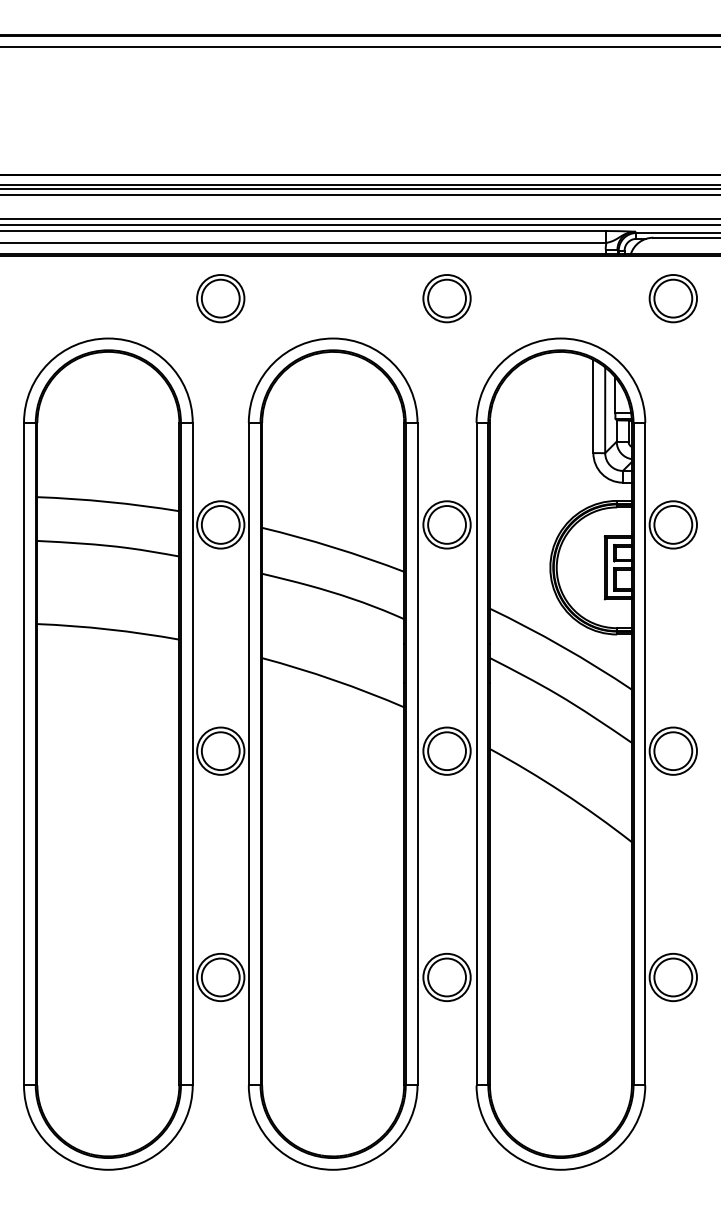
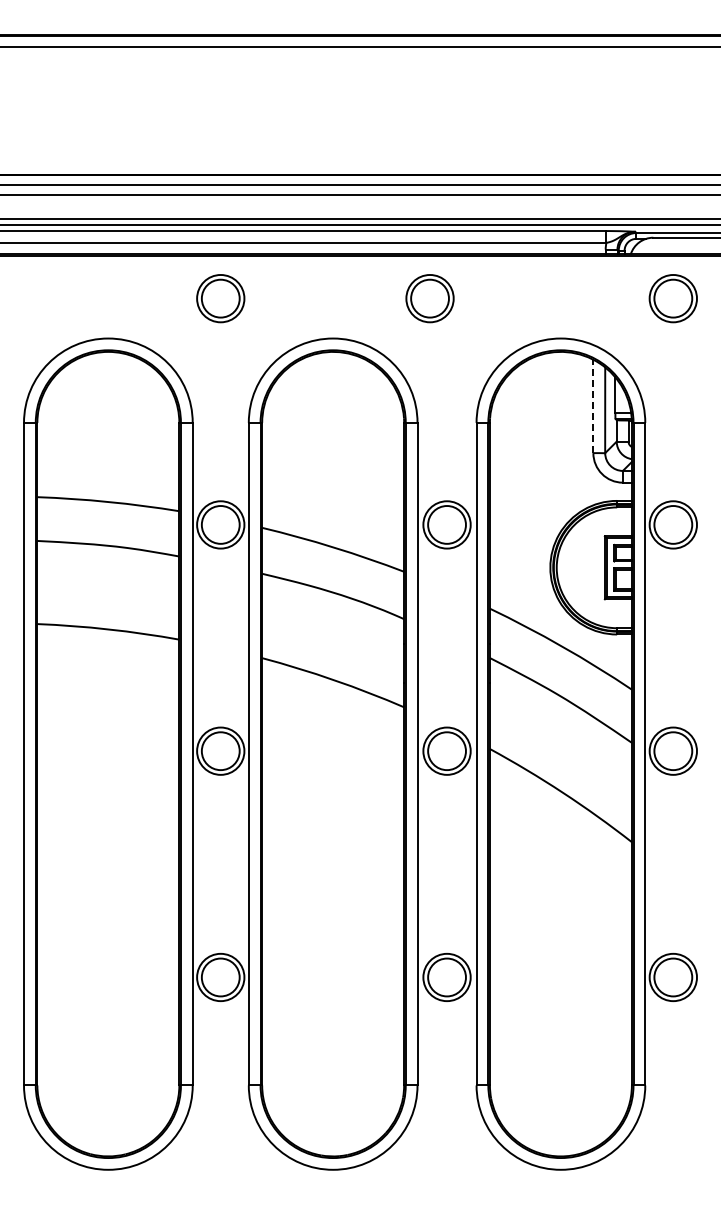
line at (359, 189): present -> none
part at (446, 298) position: (446, 298) -> (429, 298)
line at (593, 406): solid -> dashed
